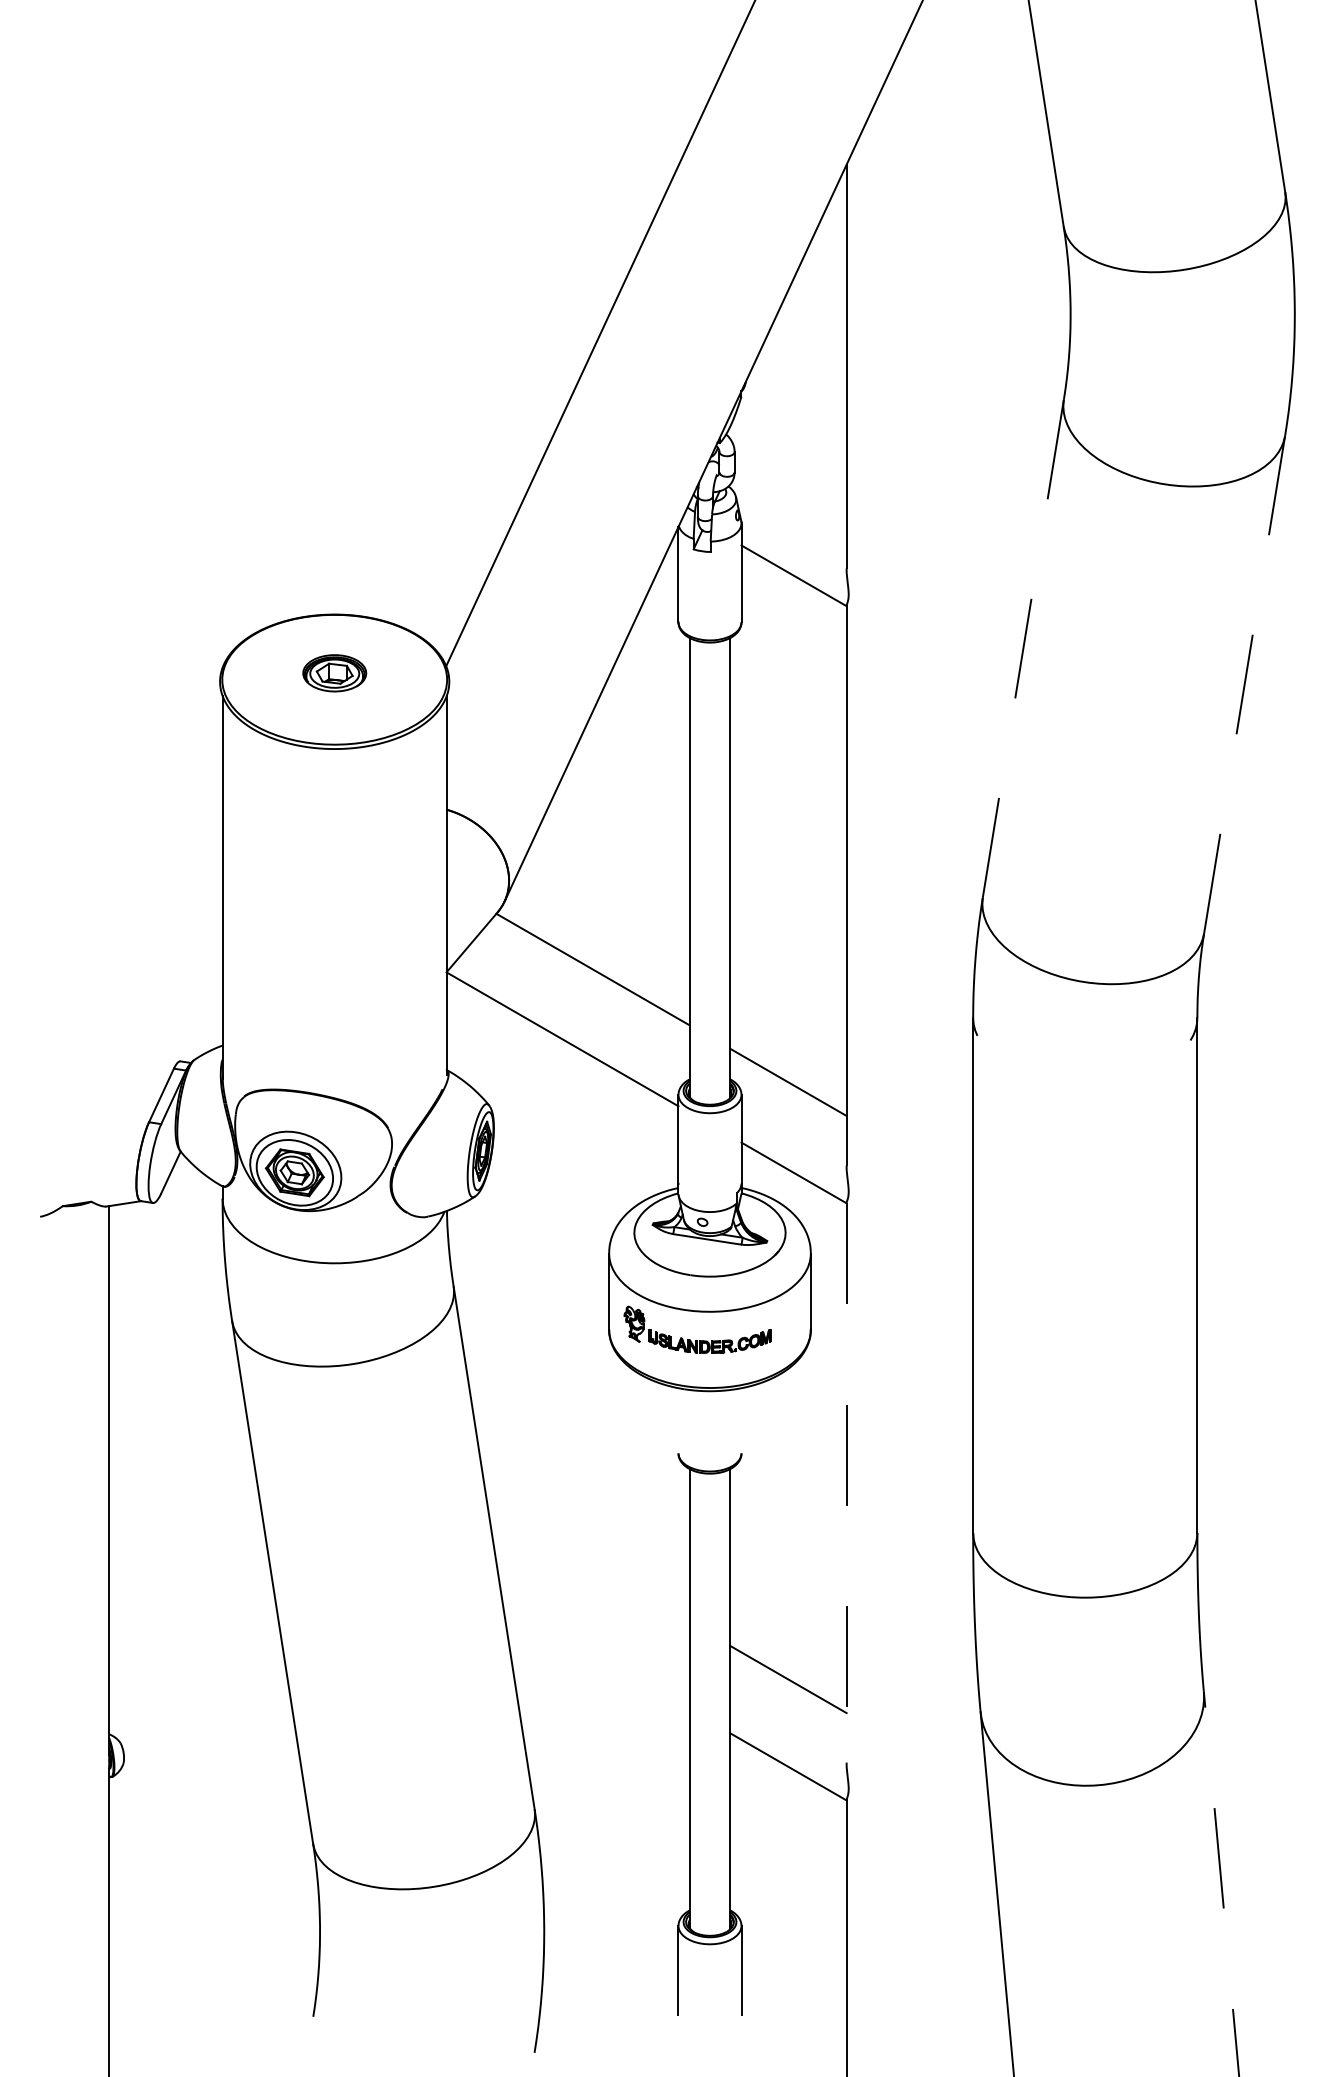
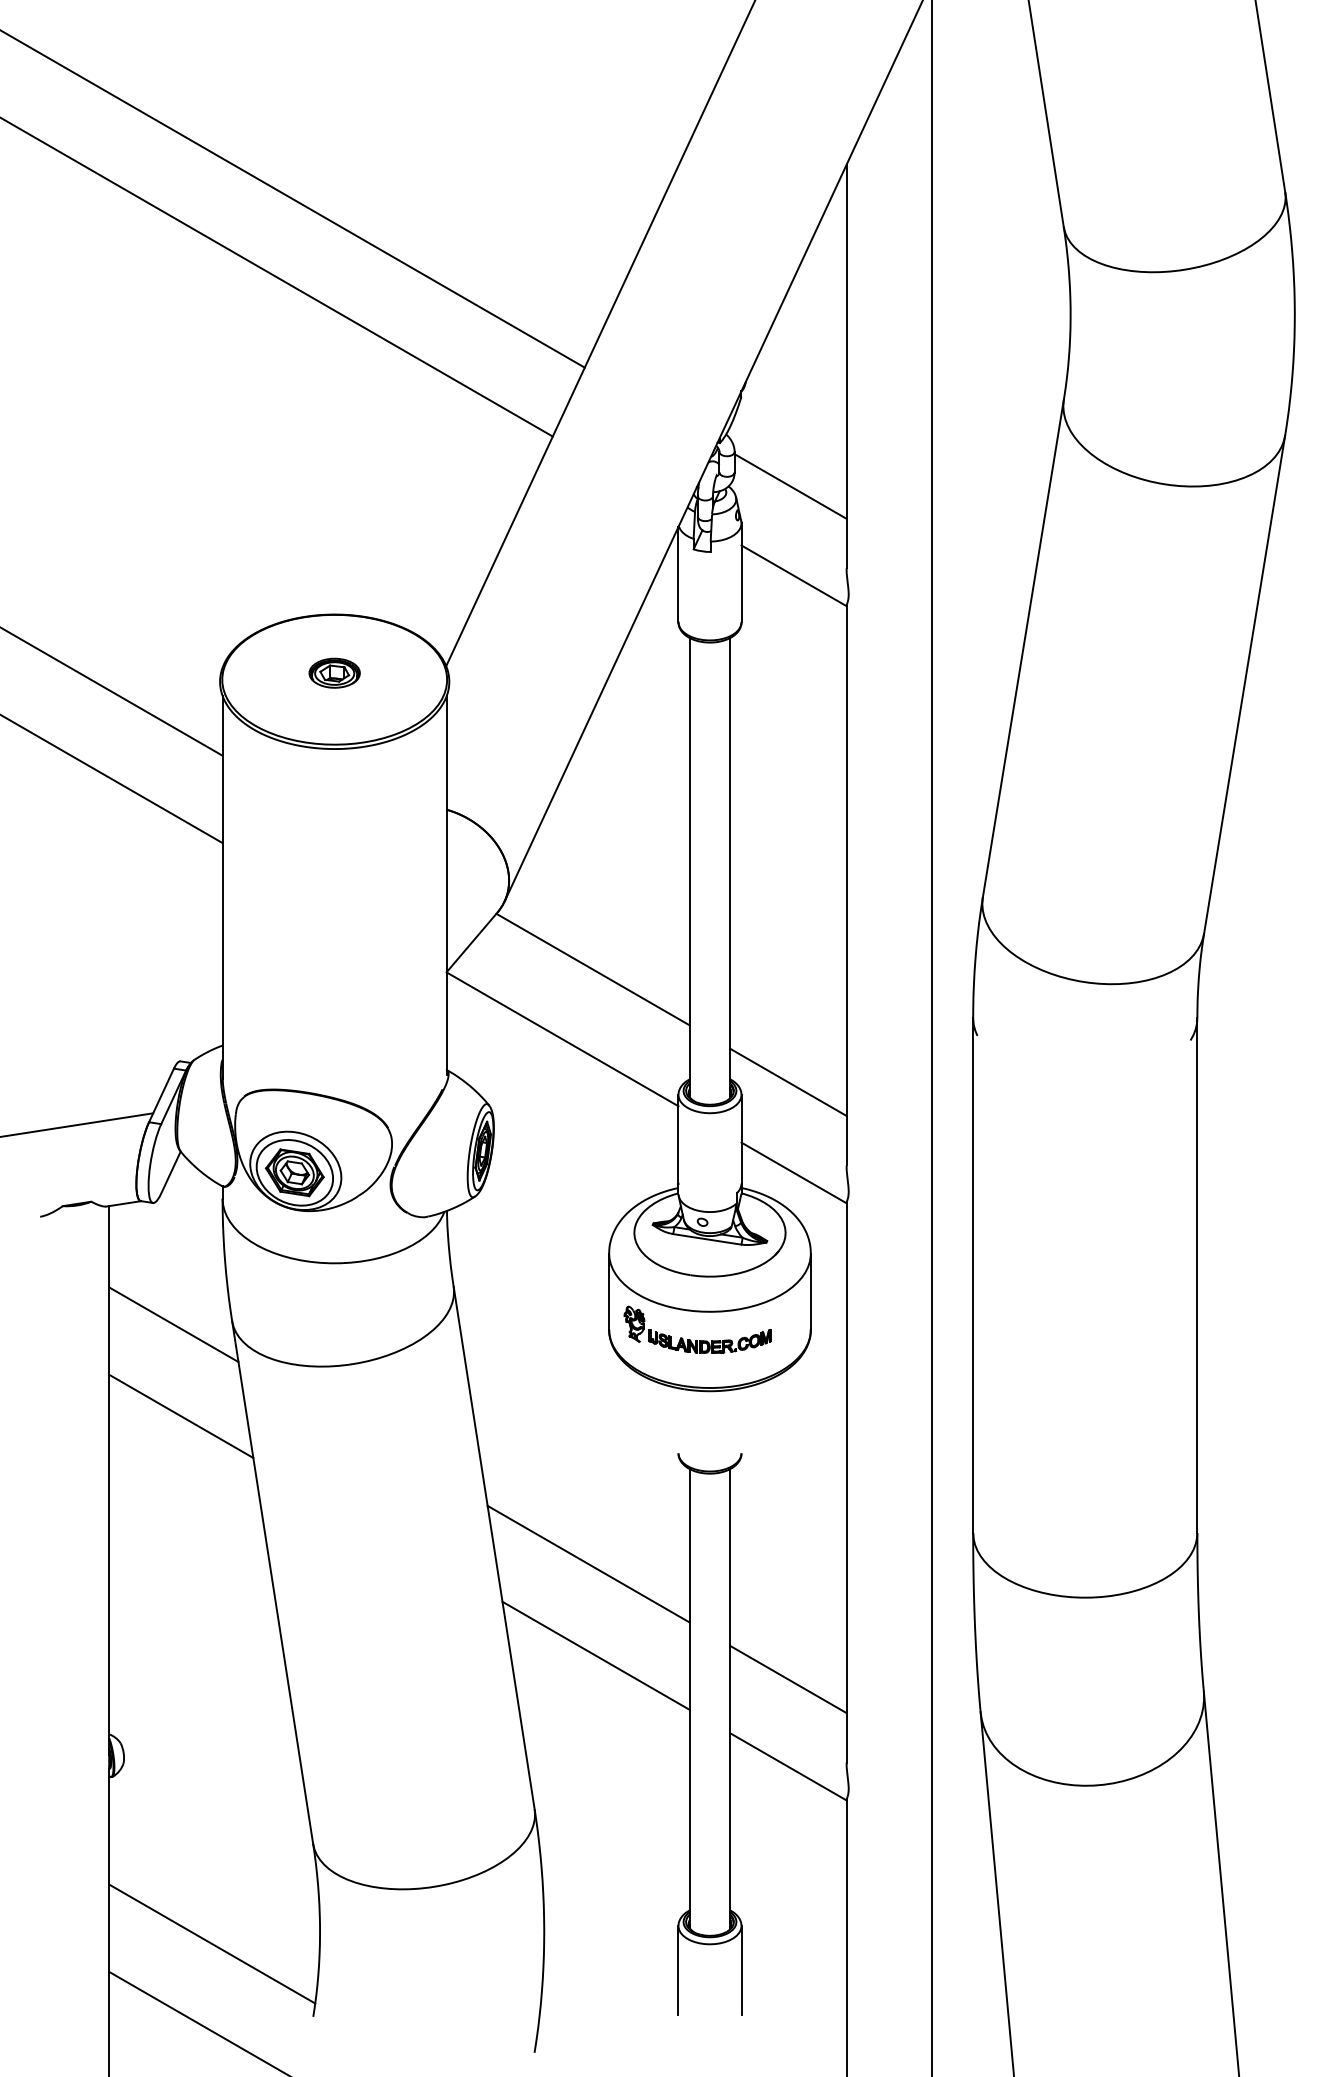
line at (293, 199): none -> present
line at (277, 277): none -> present
line at (790, 486): none -> present
line at (1023, 649): dashed -> solid
part at (334, 673) size: 66x39 px -> 53x32 px
line at (1244, 684): dashed -> solid
line at (112, 691): none -> present
line at (112, 779): none -> present
line at (931, 1037): none -> present
line at (77, 1124): none -> present
line at (173, 1324): none -> present
line at (181, 1415): none -> present
line at (846, 1482): dashed -> solid
line at (588, 1563): none -> present
line at (595, 1655): none -> present
line at (1221, 1883): dashed -> solid
line at (212, 1943): none -> present
line at (197, 2022): none -> present
